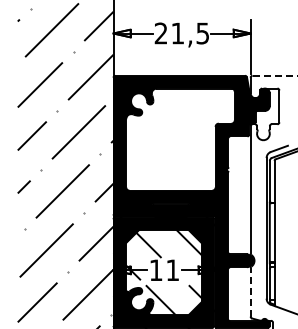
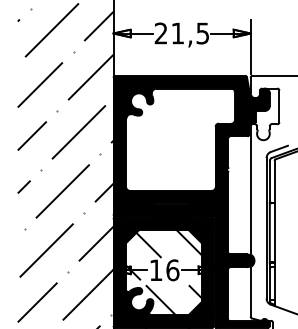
line at (275, 75): dashed -> solid
text at (172, 270): 11 -> 16
line at (250, 291): dashed -> solid
